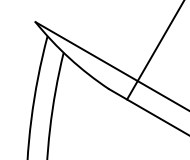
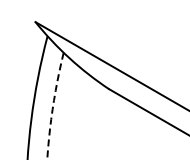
line at (155, 50): present -> none
arc at (53, 106): solid -> dashed
